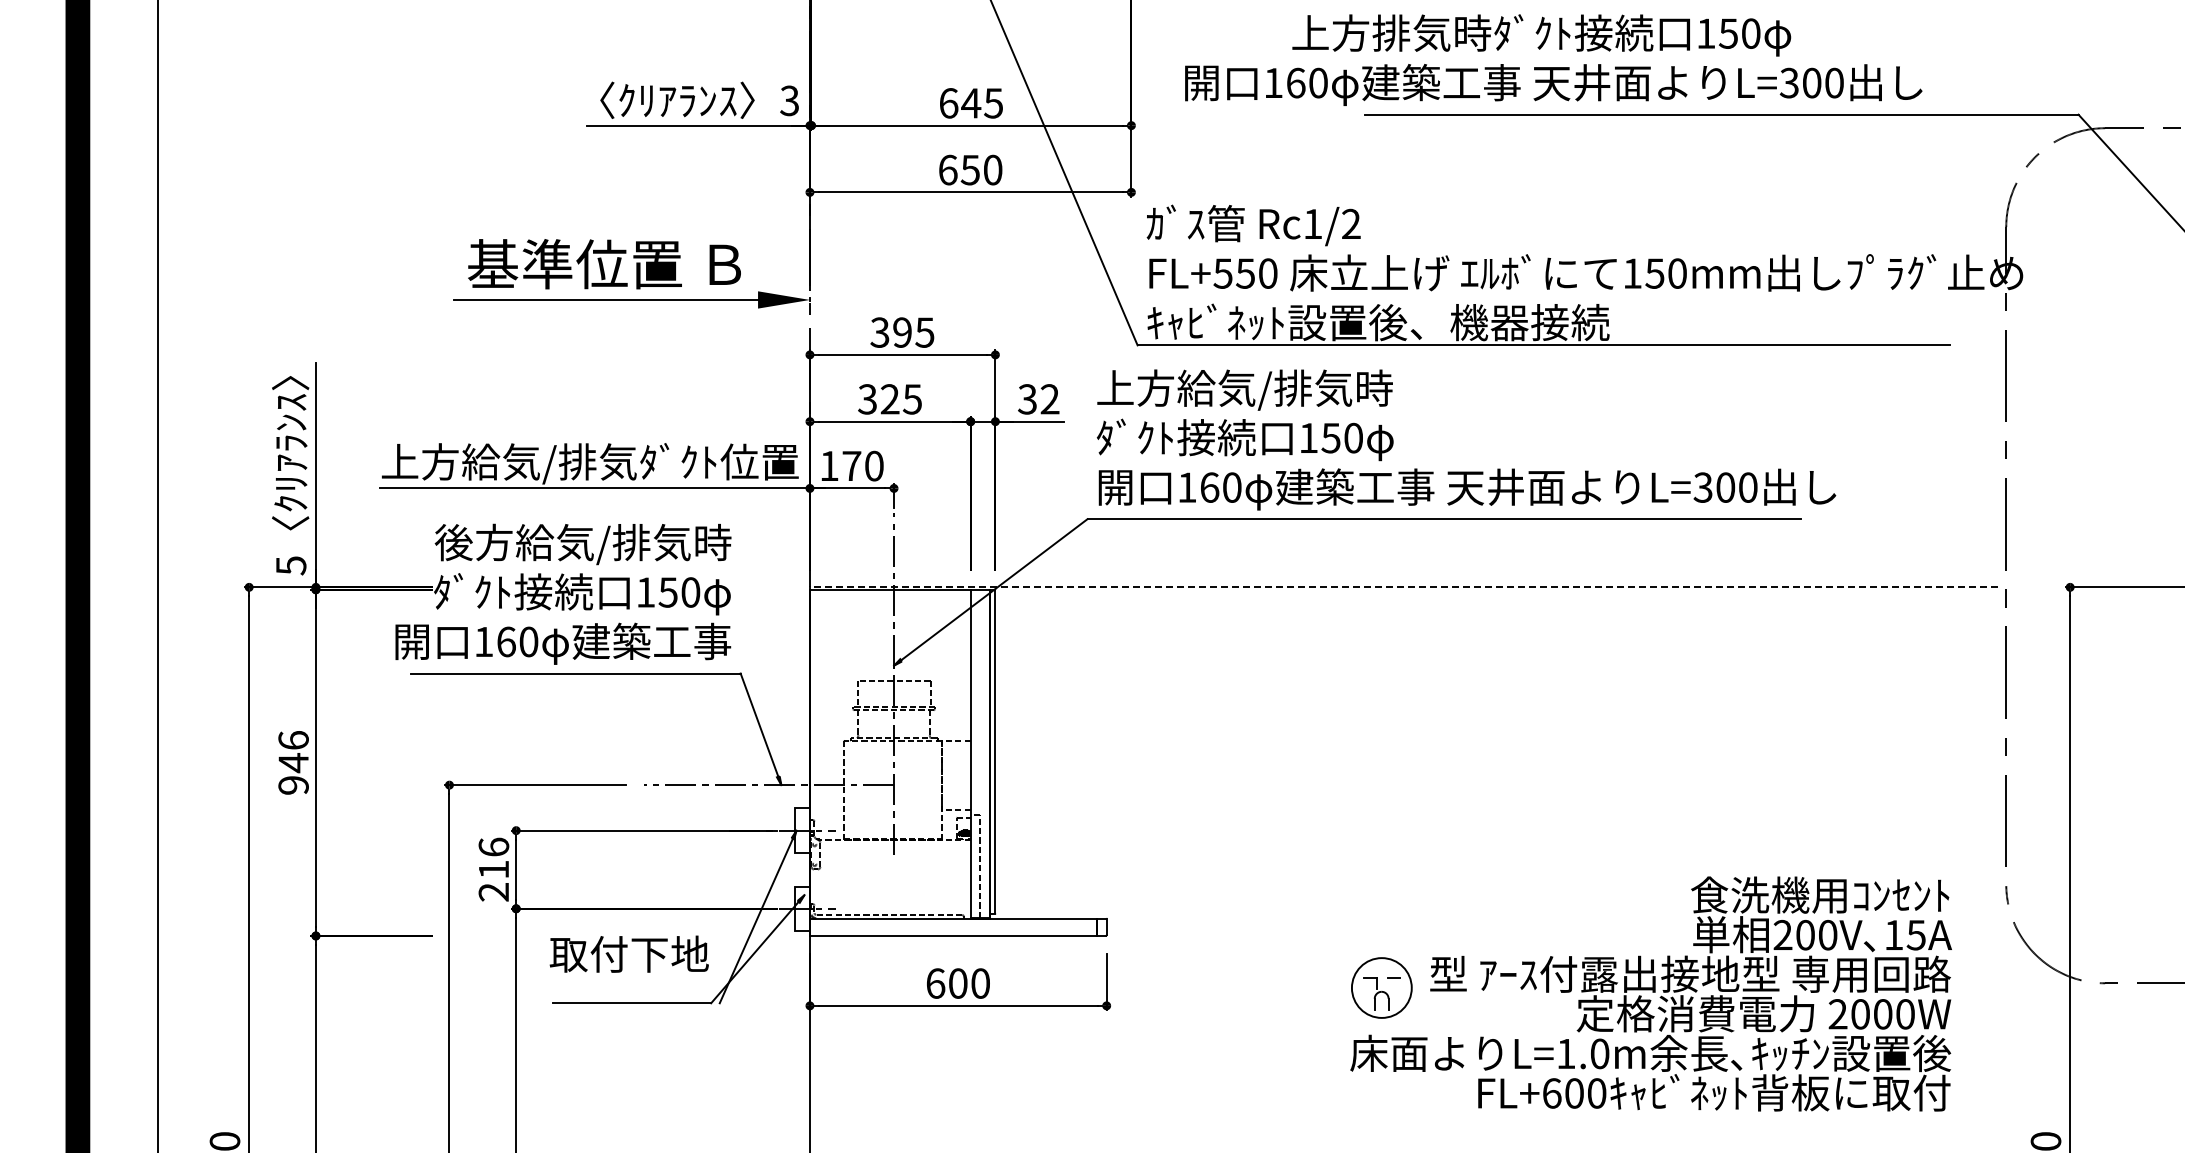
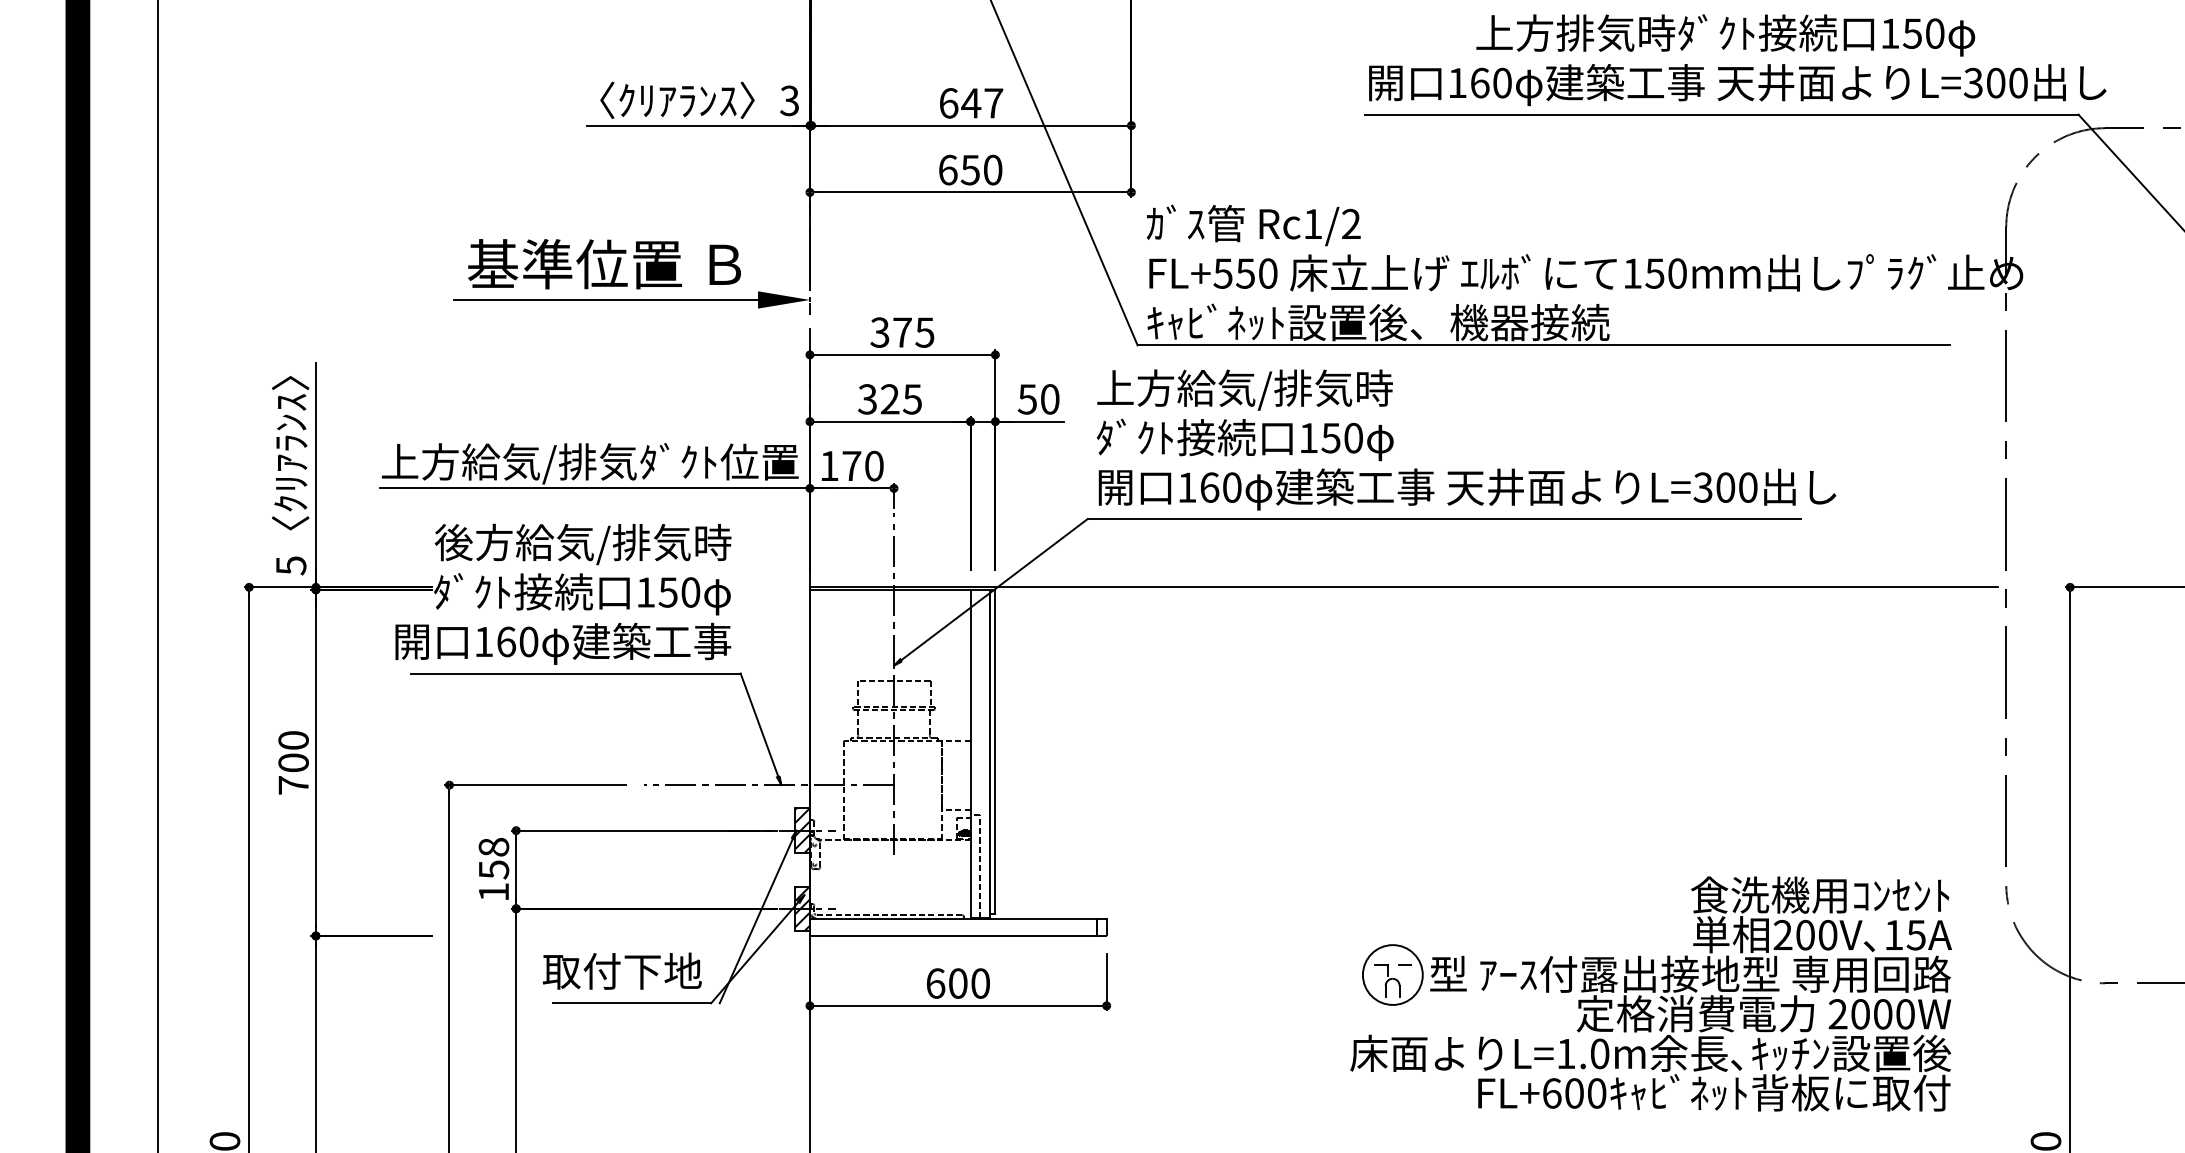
text at (1553, 59) position: (1553, 59) -> (1737, 59)
text at (993, 103): 645 -> 647
text at (902, 332): 395 -> 375
text at (1038, 399): 32 -> 50
line at (1403, 587): dashed -> solid
text at (293, 762): 946 -> 700
hatch at (802, 830): none -> present
text at (493, 869): 216 -> 158
hatch at (802, 908): none -> present
text at (628, 953) position: (628, 953) -> (621, 970)
part at (1381, 987) position: (1381, 987) -> (1392, 974)
